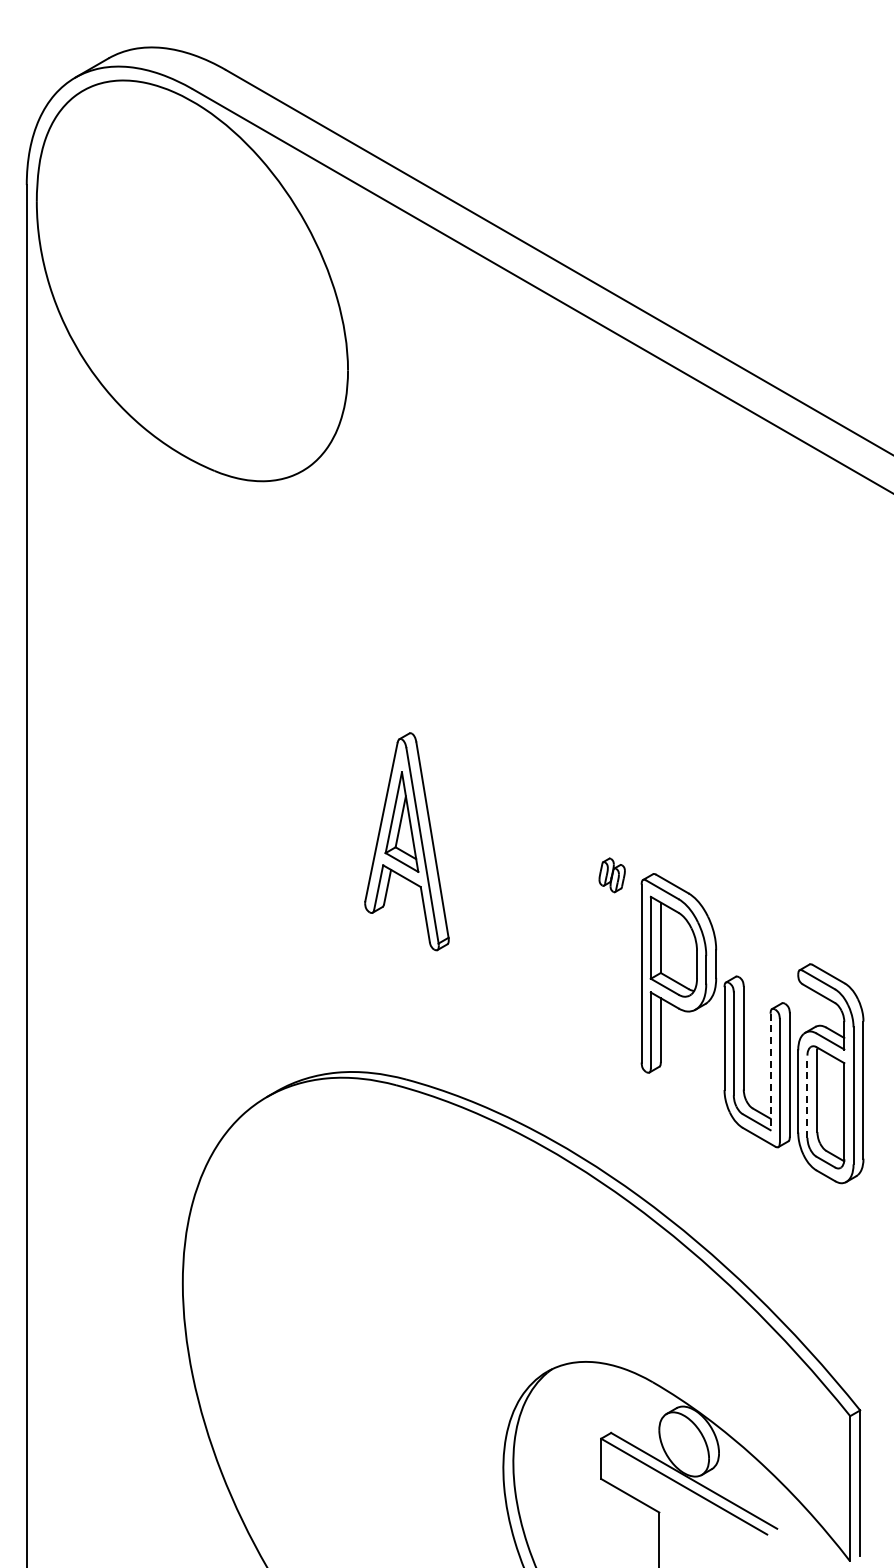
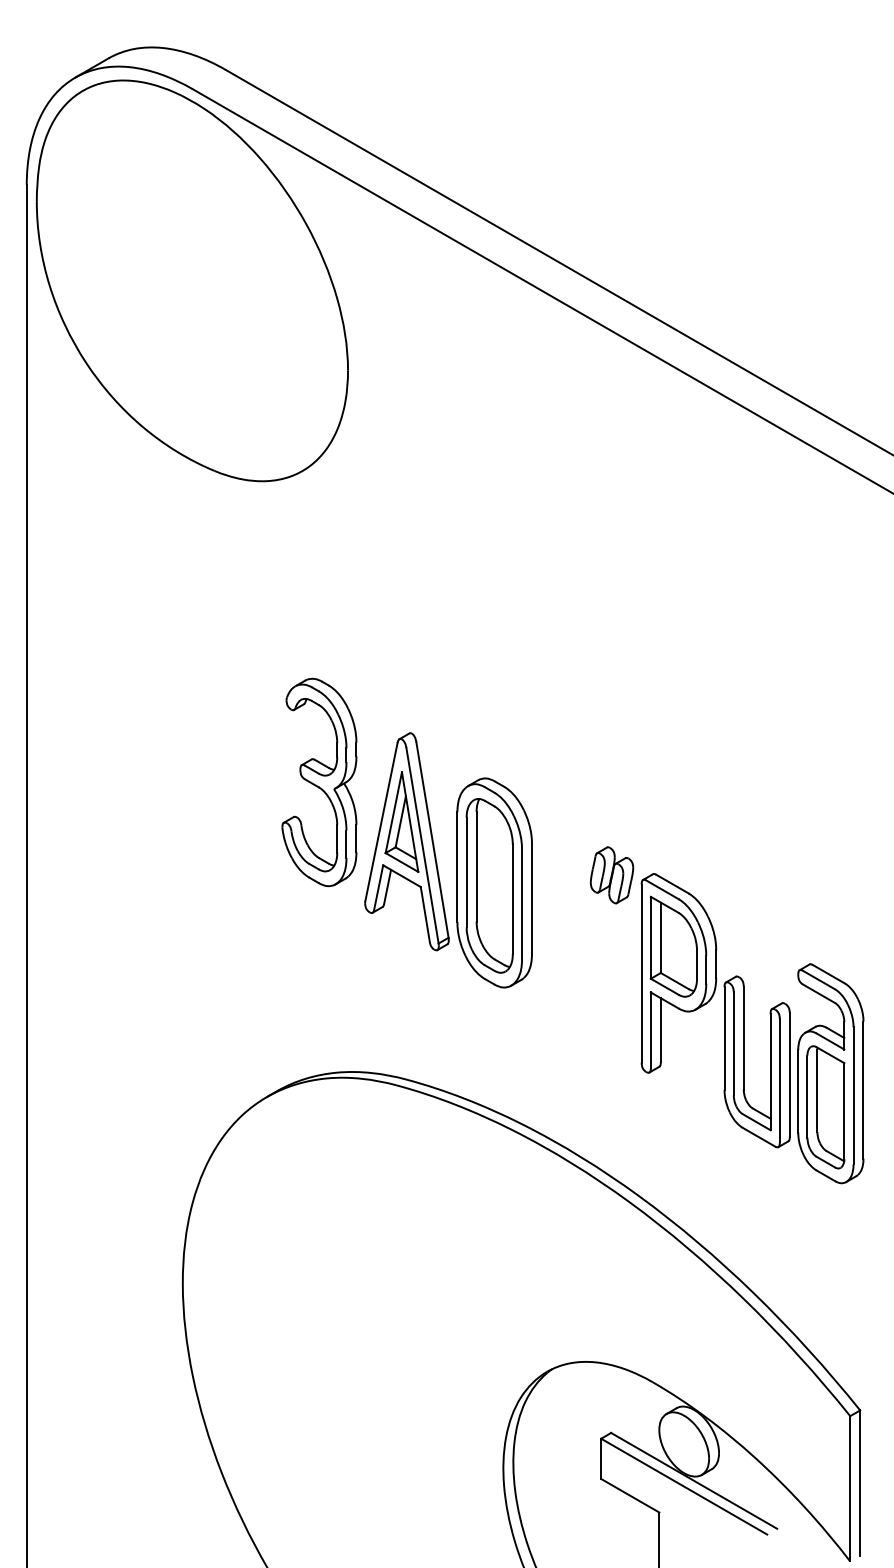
part at (319, 782): none -> present
part at (611, 875) size: 28x37 px -> 45x59 px
part at (494, 882): none -> present
line at (770, 1072): dashed -> solid
line at (807, 1096): dashed -> solid
